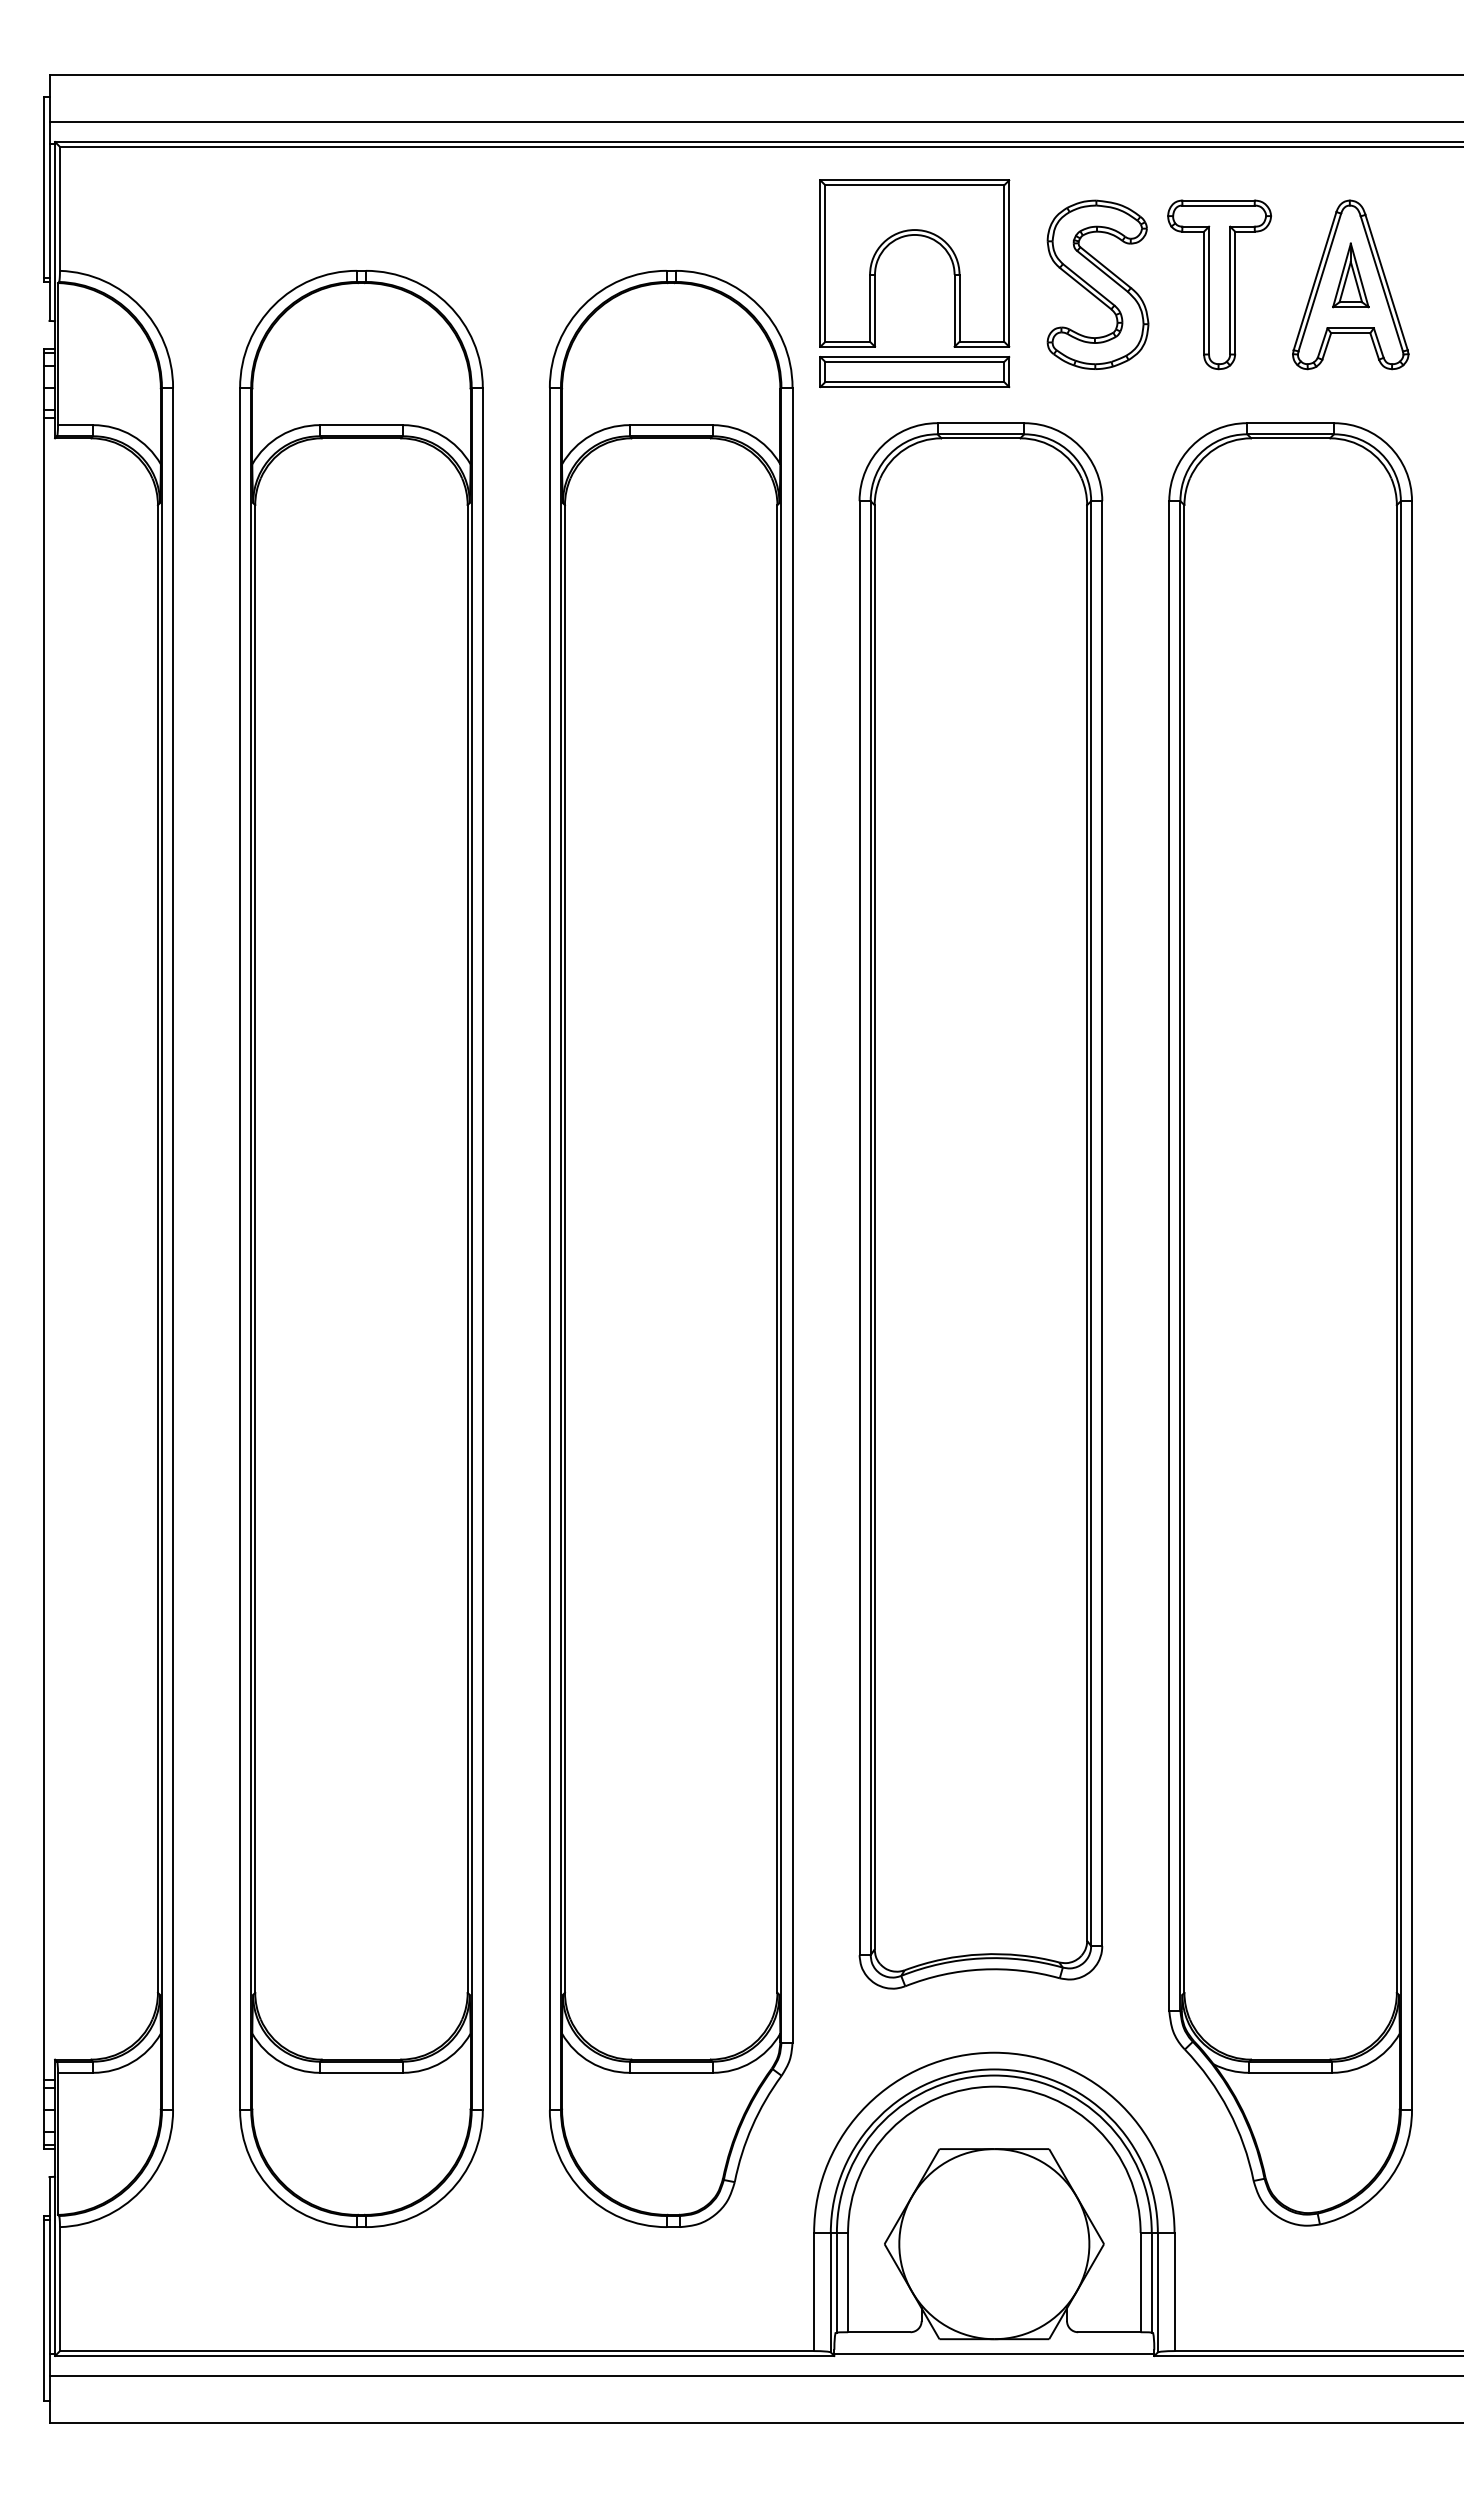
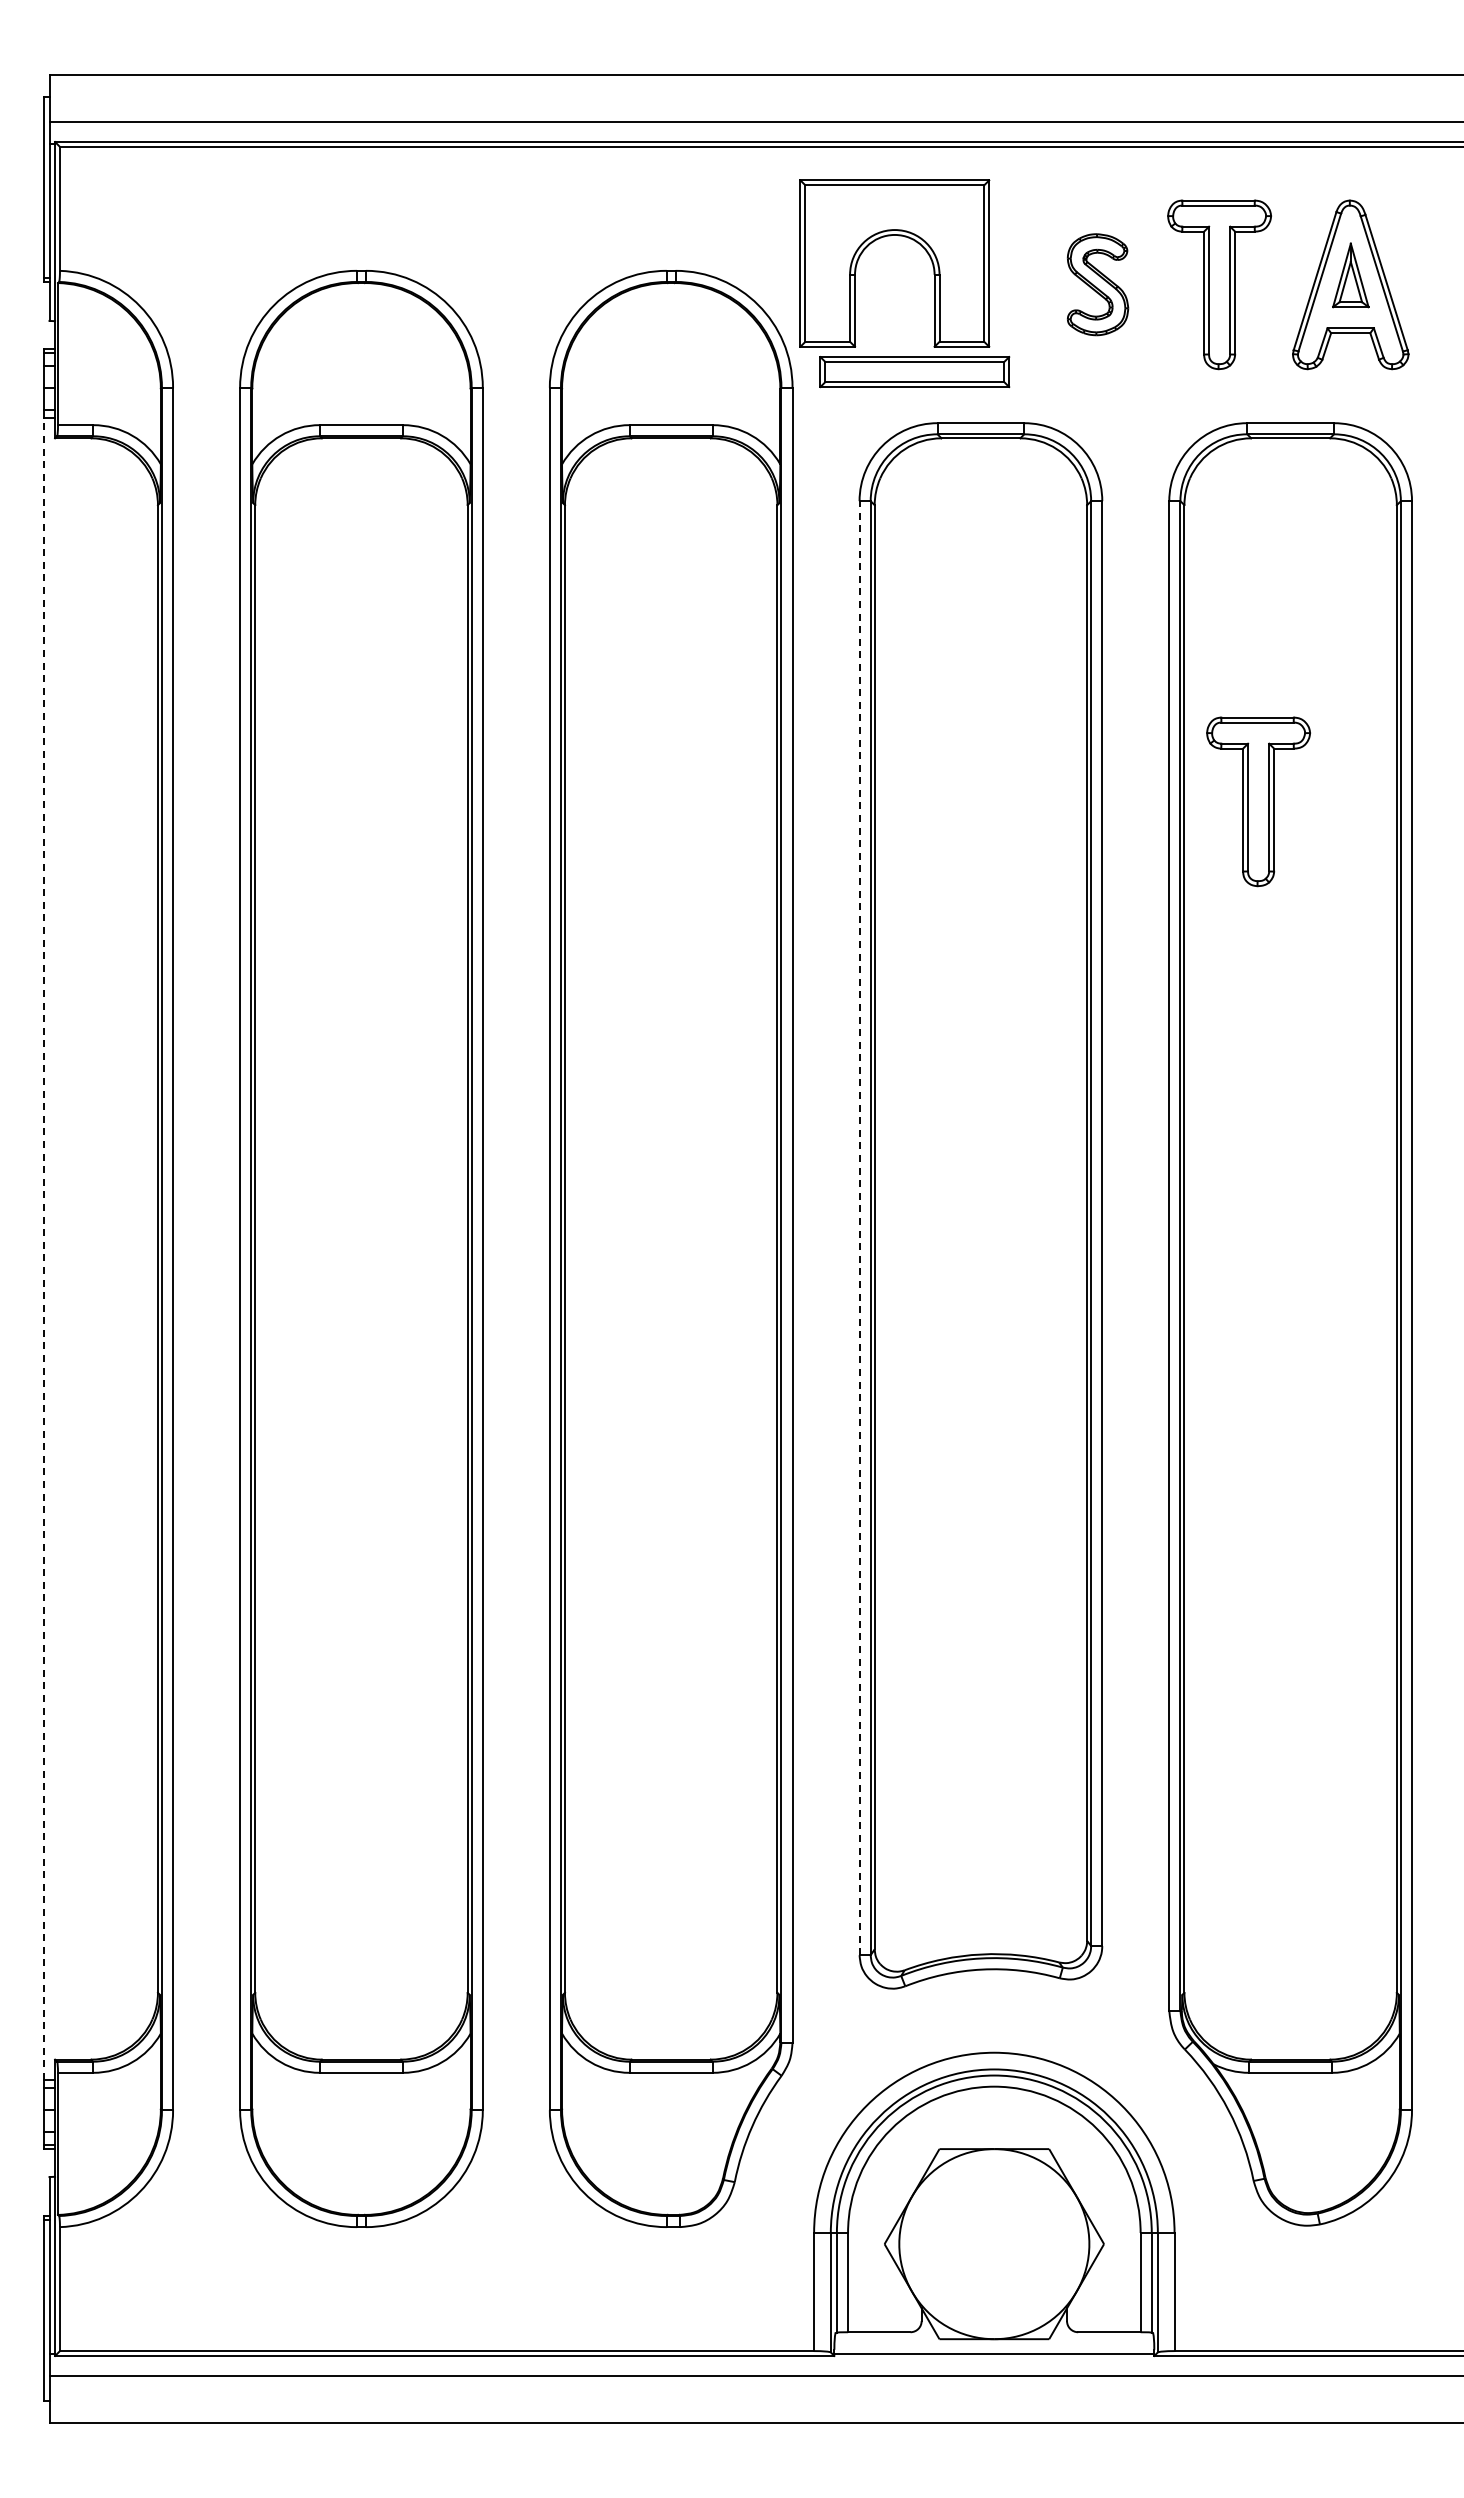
part at (910, 236) position: (910, 236) -> (890, 236)
part at (1097, 284) size: 104x171 px -> 63x104 px
part at (1258, 801): none -> present
line at (859, 1227): solid -> dashed
line at (43, 1249): solid -> dashed
